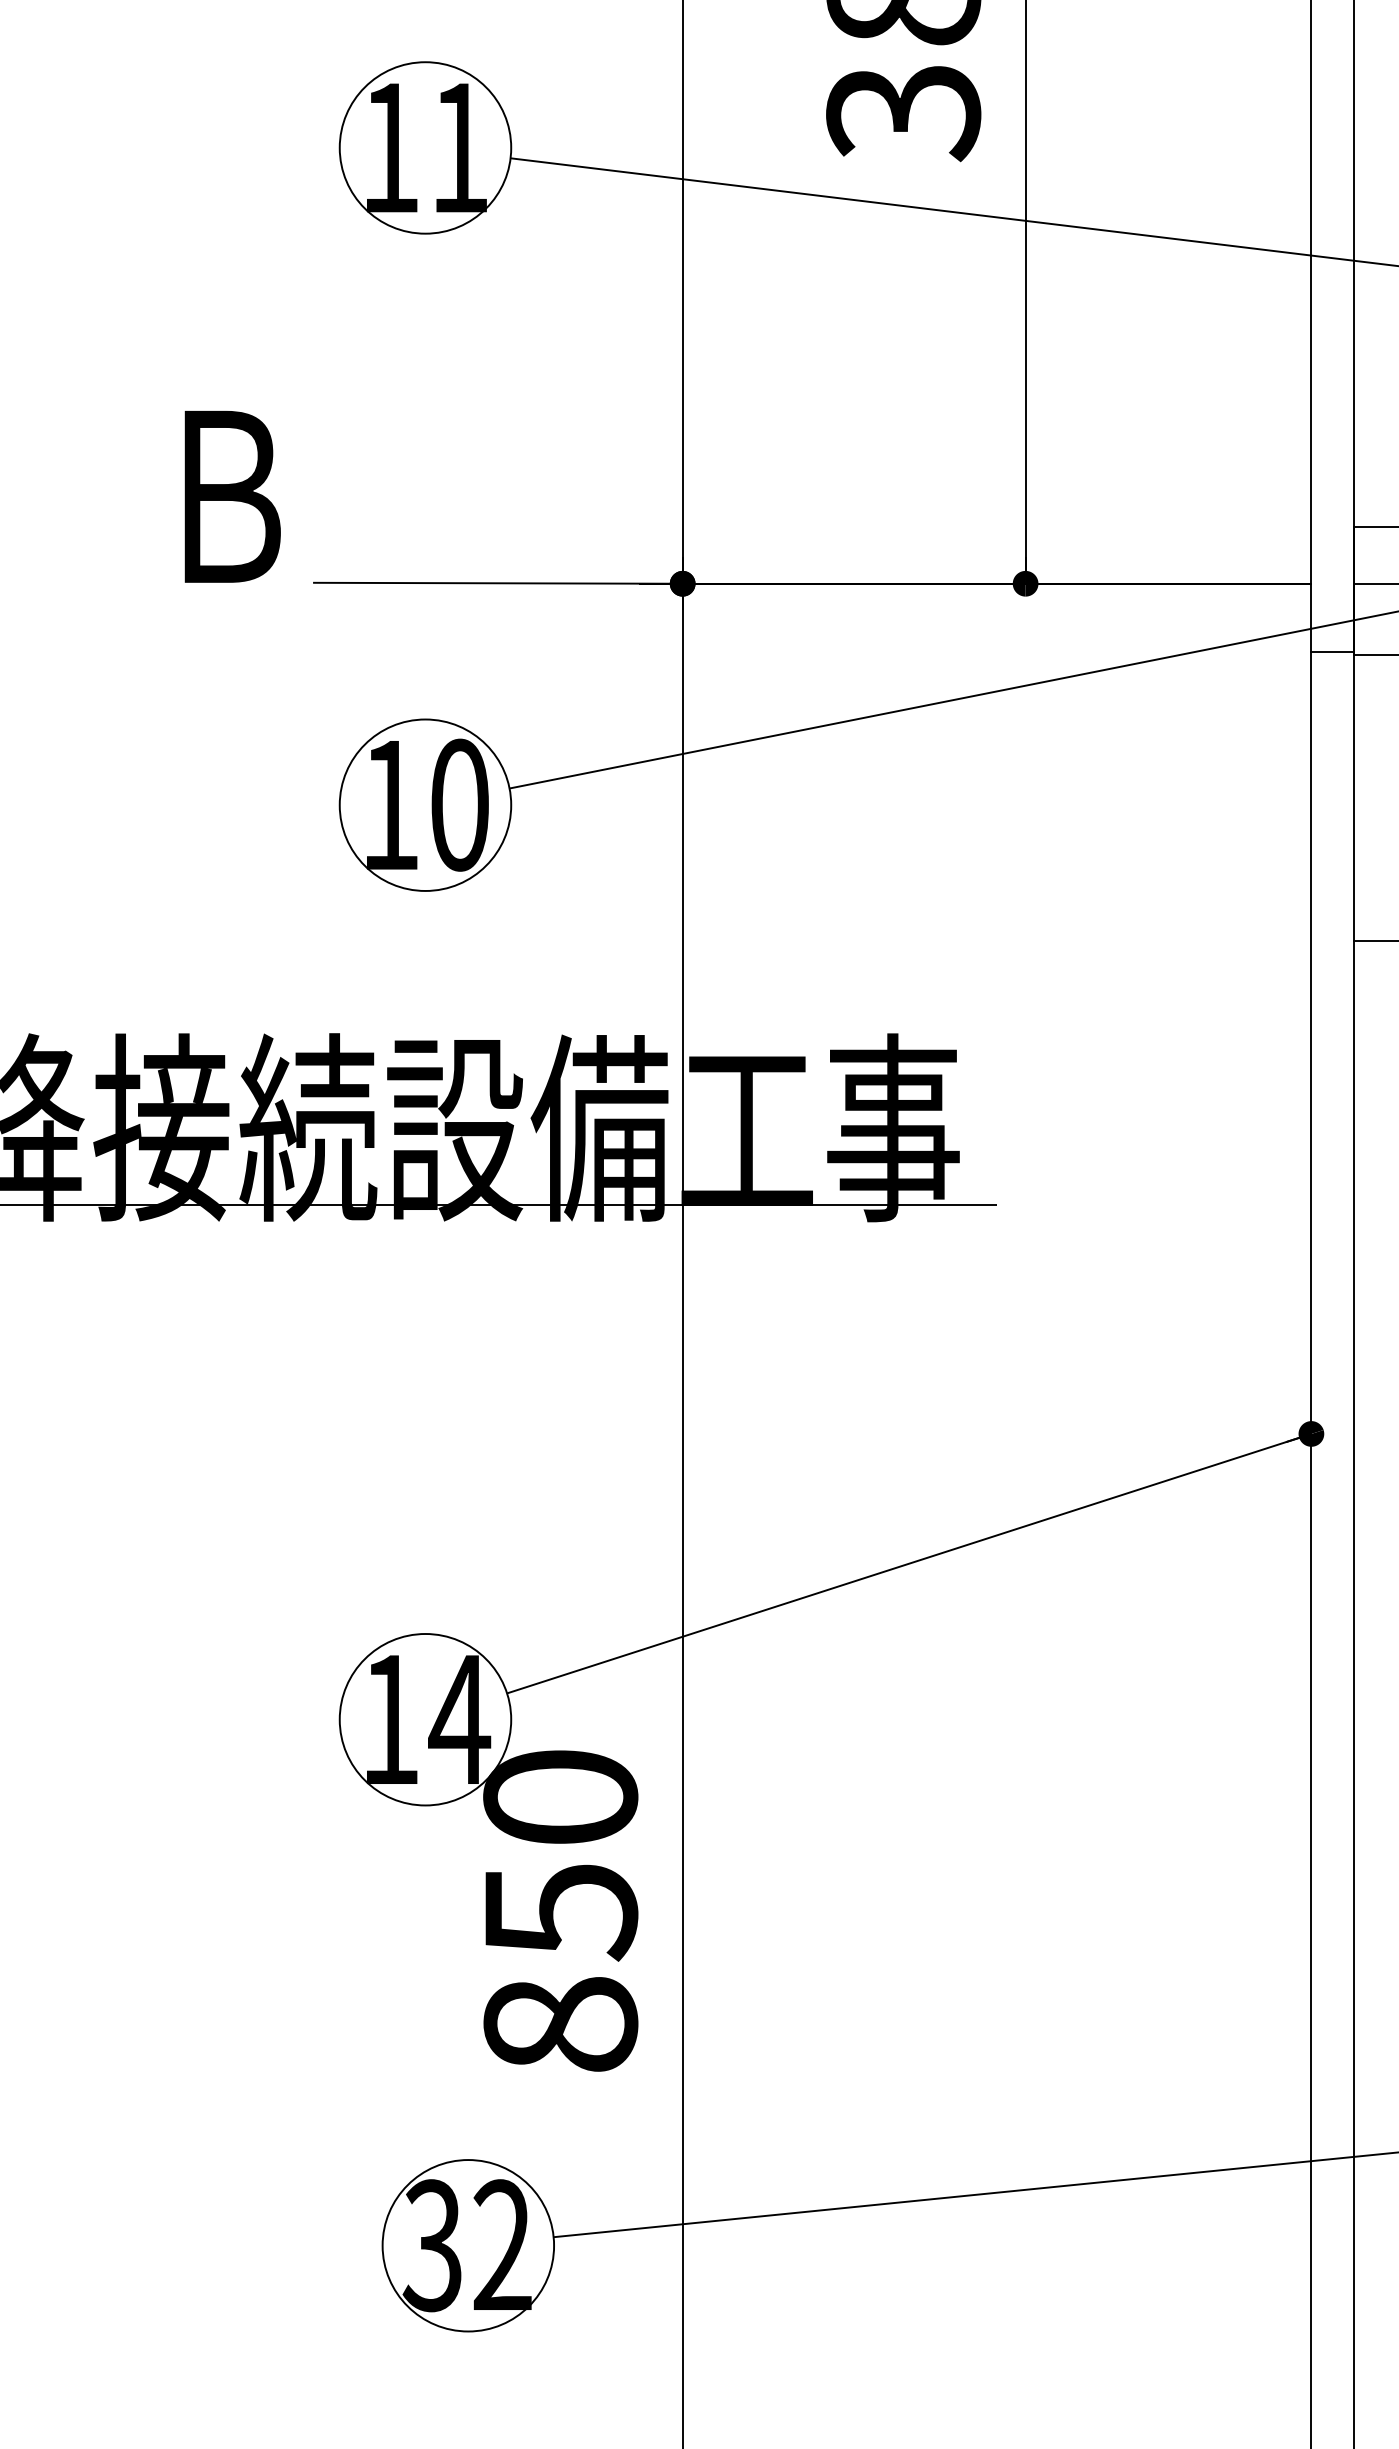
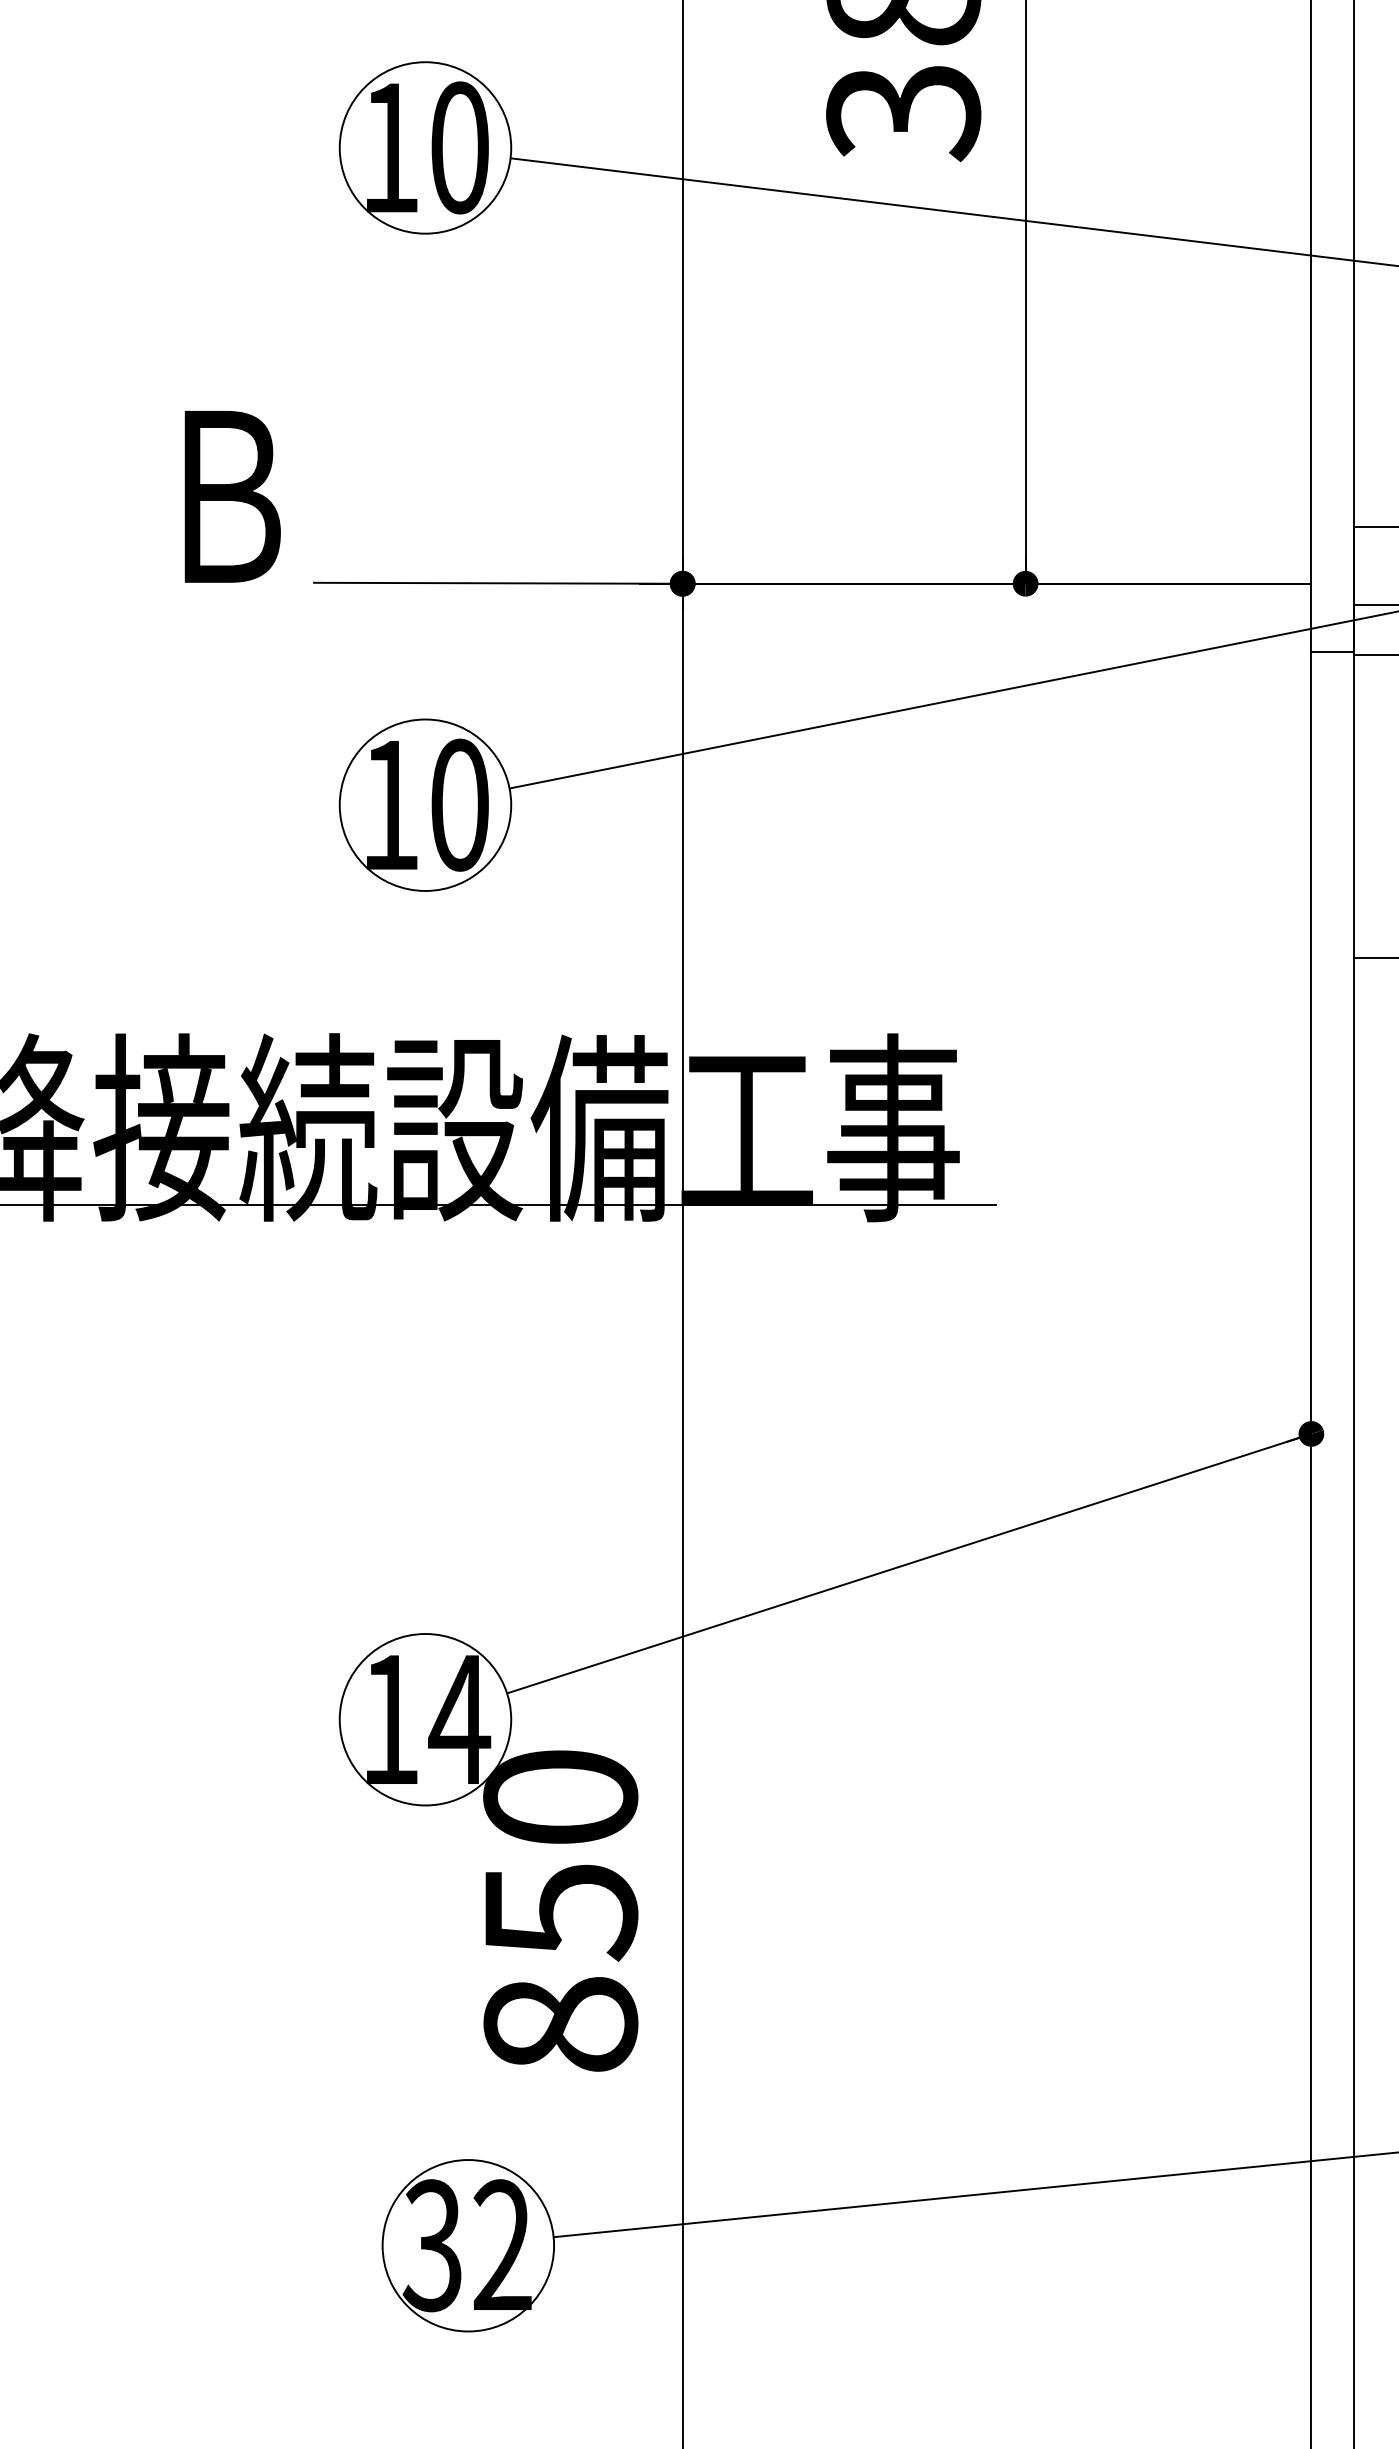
text at (459, 147): 11 -> 10
line at (1374, 583) position: (1374, 583) -> (1374, 604)
line at (1374, 940) position: (1374, 940) -> (1374, 957)
